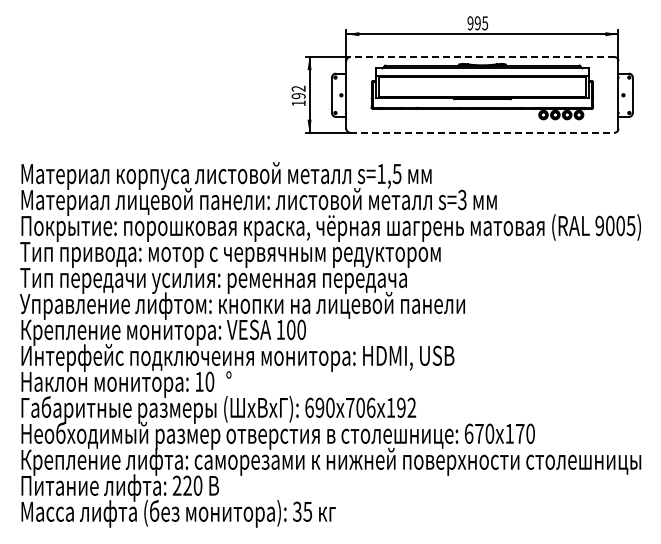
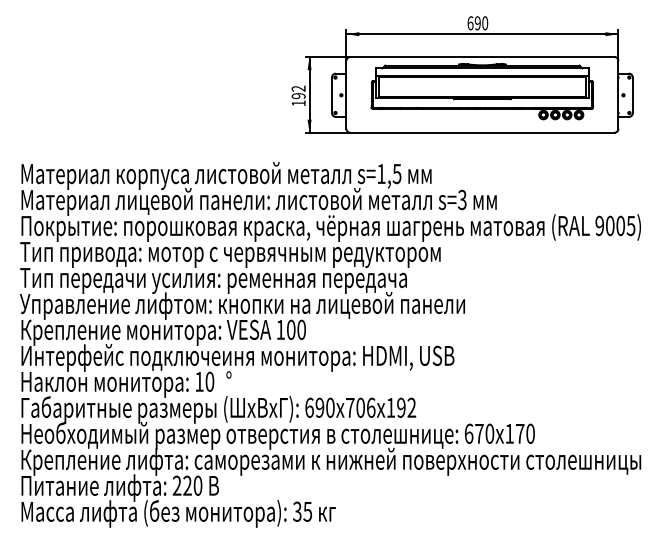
text at (477, 23): 995 -> 690
line at (481, 57): dashed -> solid
line at (482, 132): dashed -> solid
